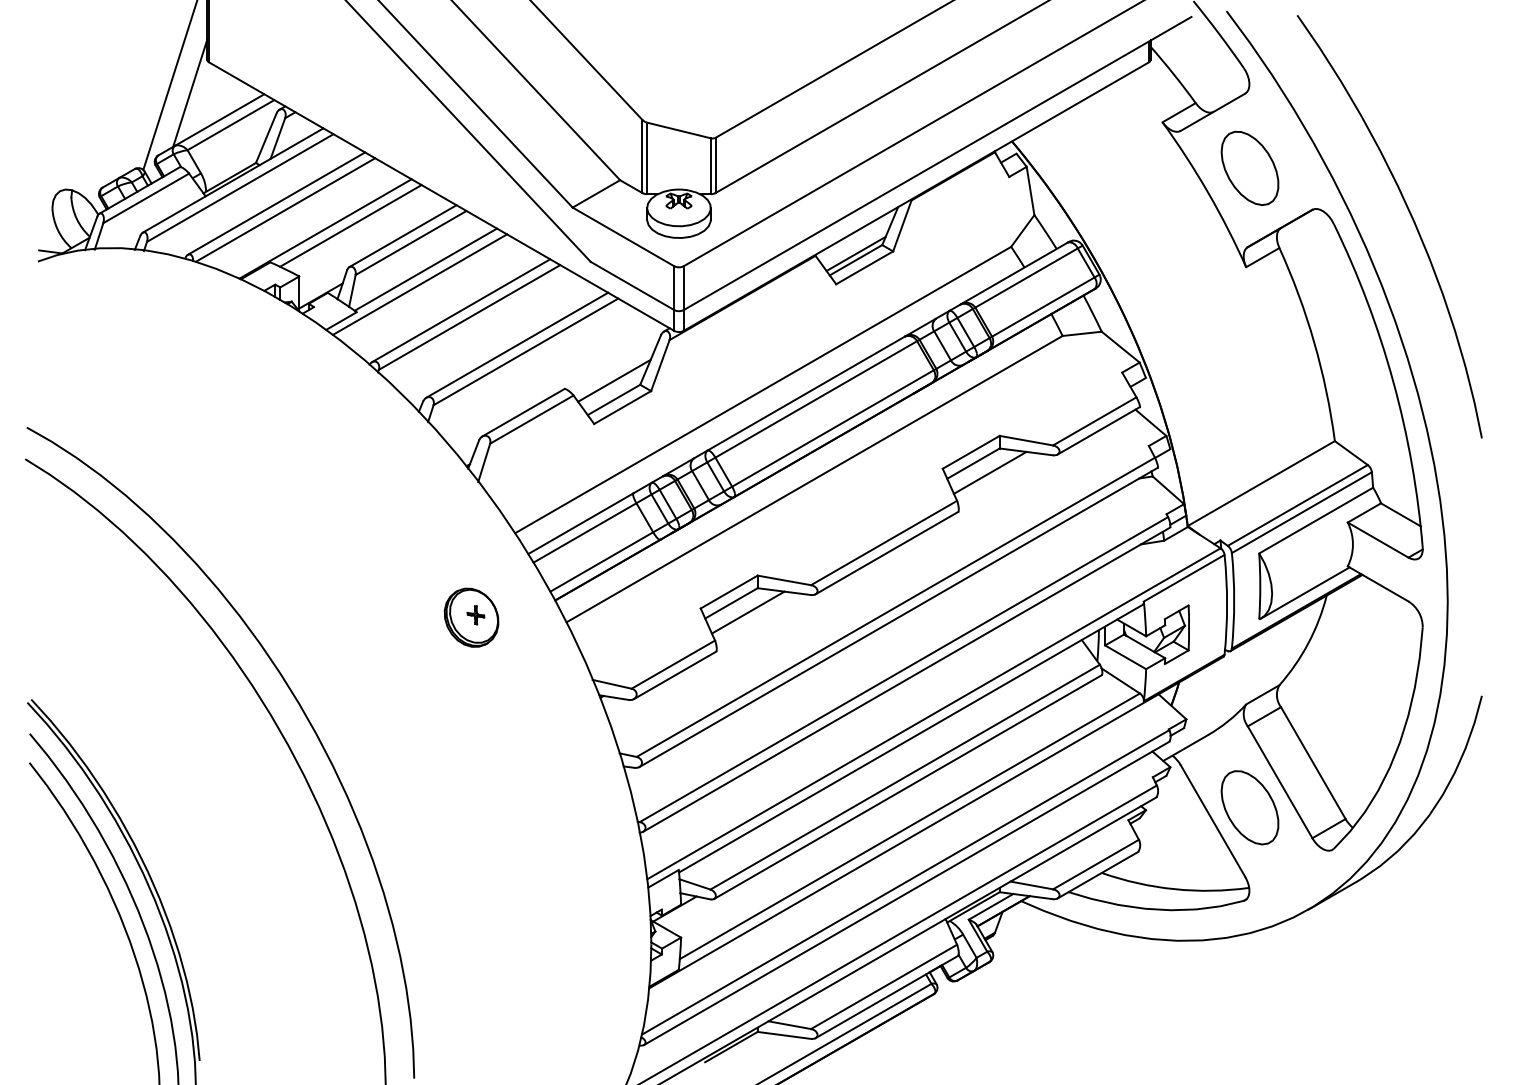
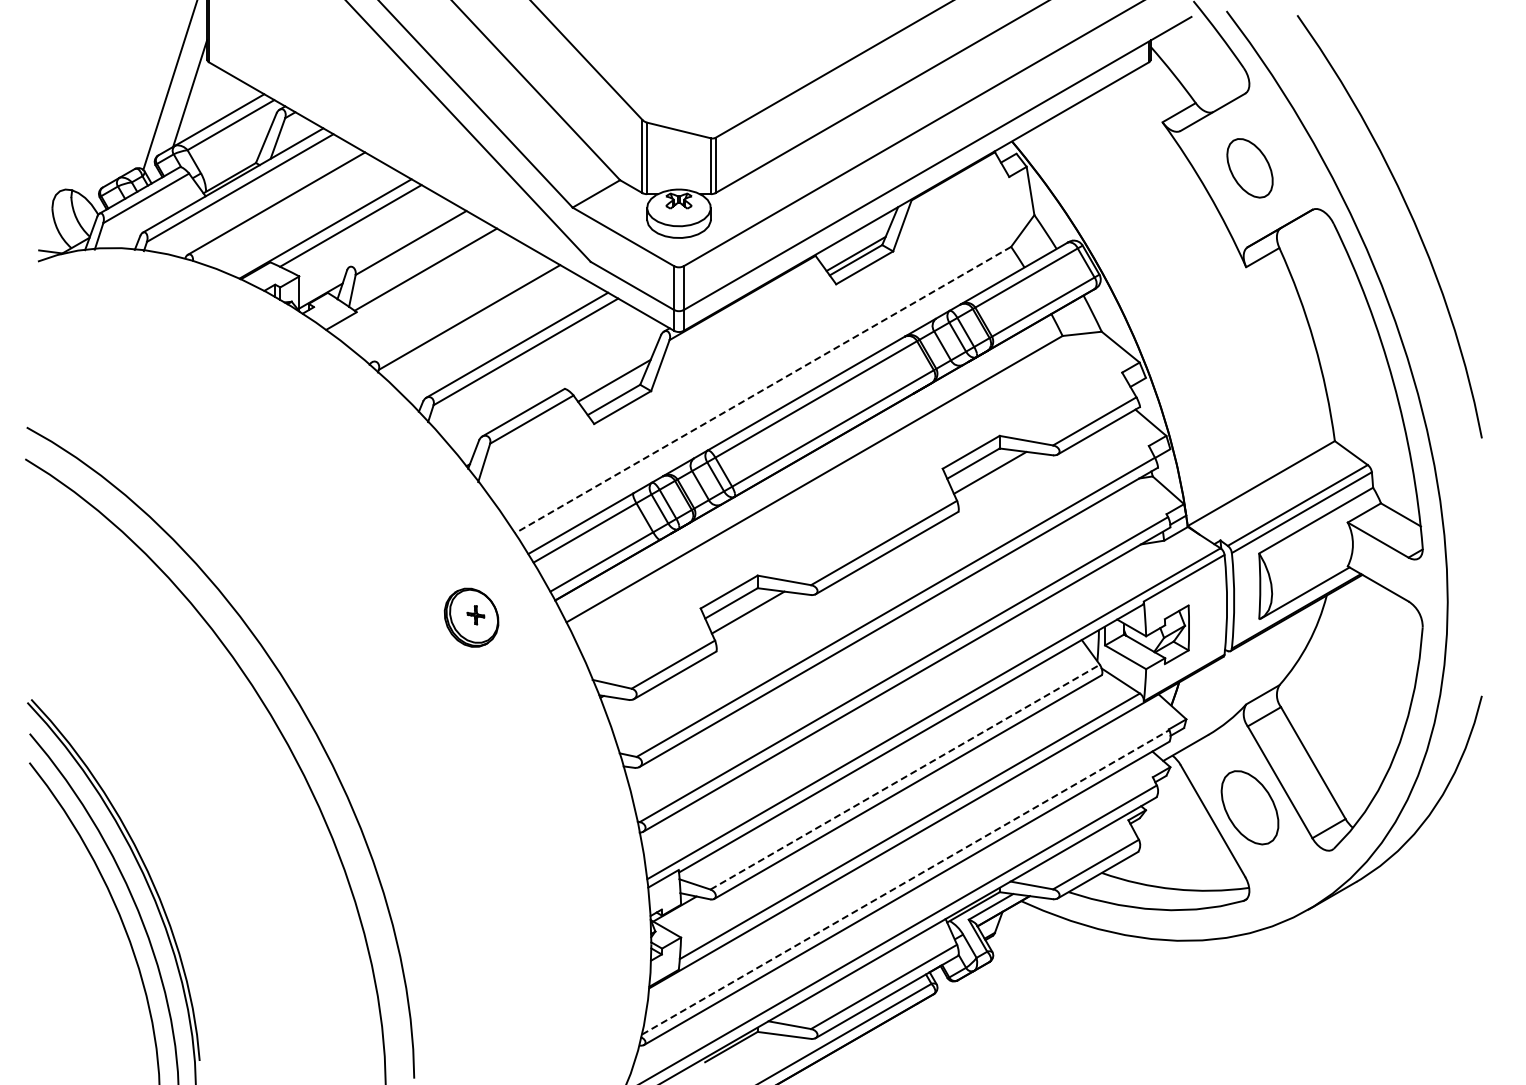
part at (1249, 167) size: 60x76 px -> 48x61 px
line at (285, 209): present -> none
line at (402, 236): present -> none
line at (420, 284): present -> none
line at (461, 310): present -> none
line at (762, 390): solid -> dashed
line at (905, 777): solid -> dashed
line at (906, 882): solid -> dashed
